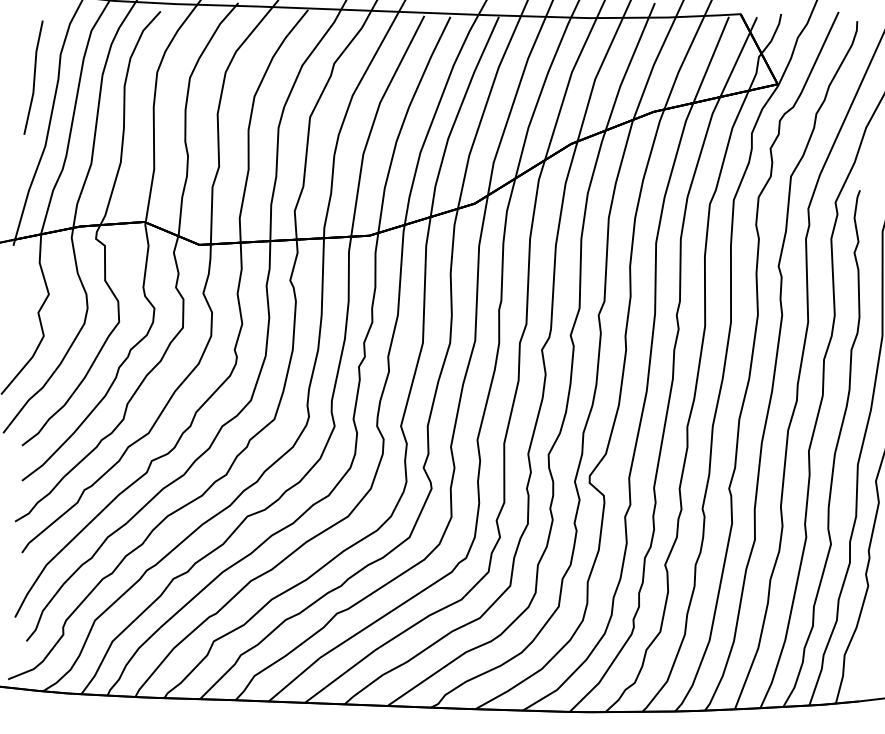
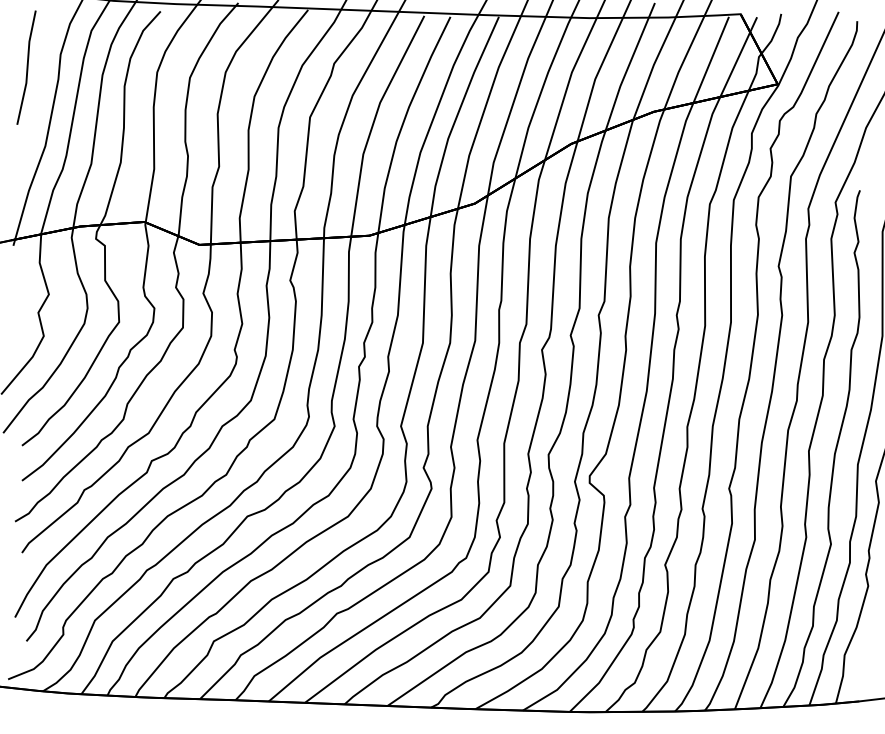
line at (33, 77) position: (33, 77) -> (26, 67)
